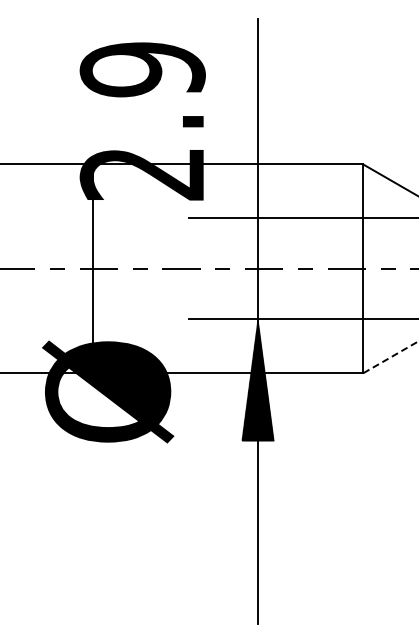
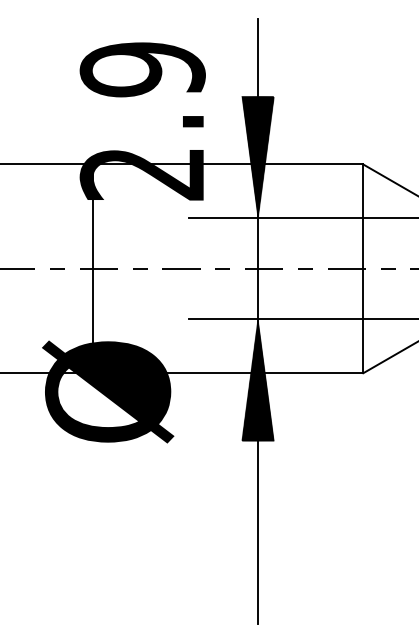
hatch at (258, 156): none -> present
line at (390, 357): dashed -> solid
